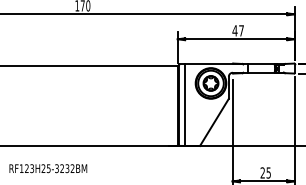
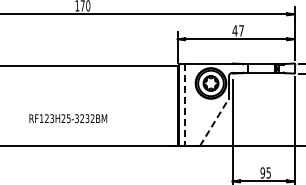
line at (184, 105): solid -> dashed
line at (214, 122): solid -> dashed
text at (48, 168) position: (48, 168) -> (68, 118)
text at (262, 172): 25 -> 95
